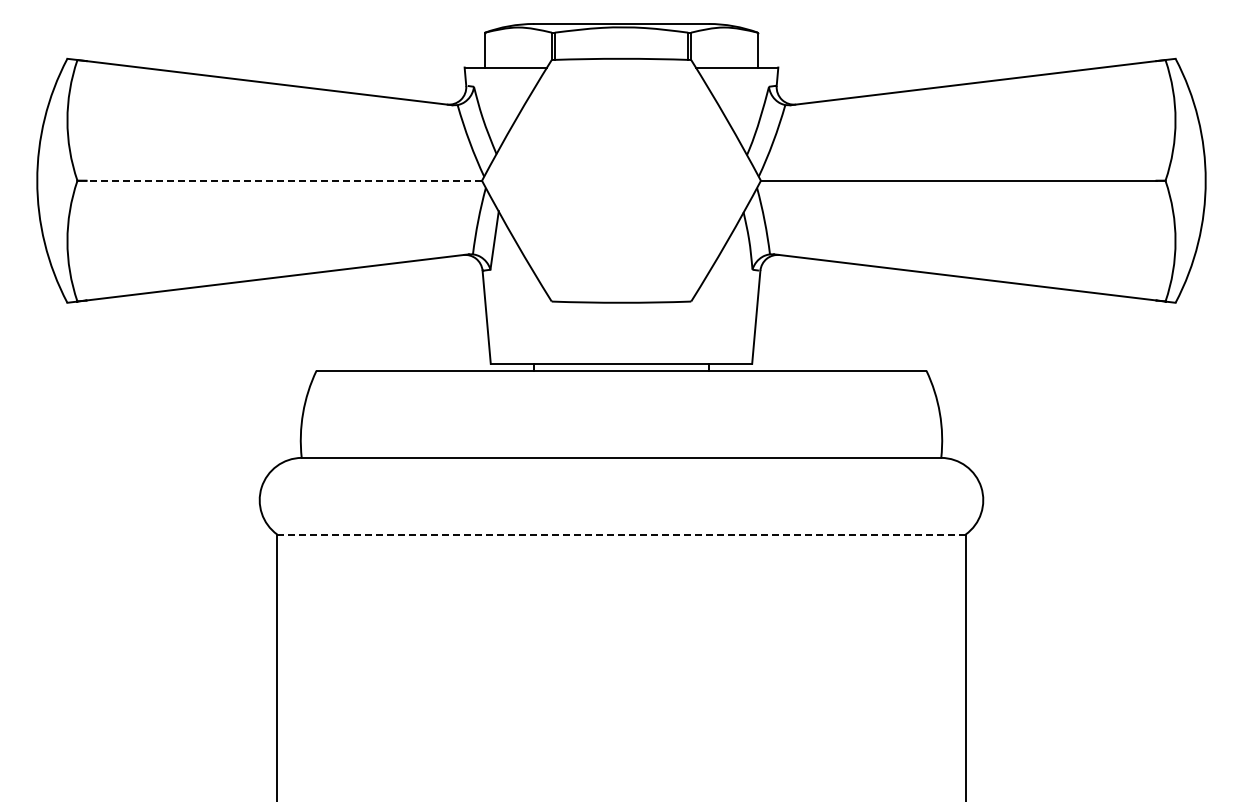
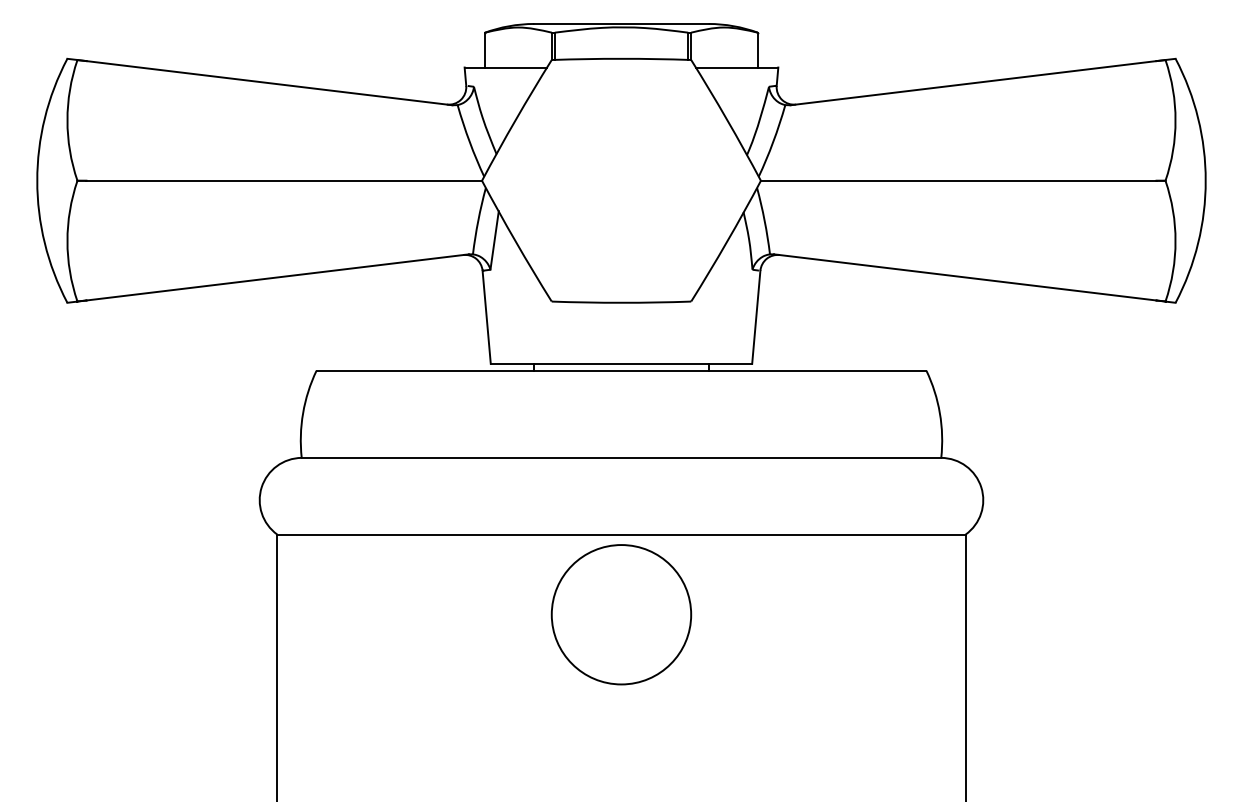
line at (284, 180): dashed -> solid
line at (620, 534): dashed -> solid
circle at (621, 614): none -> present
